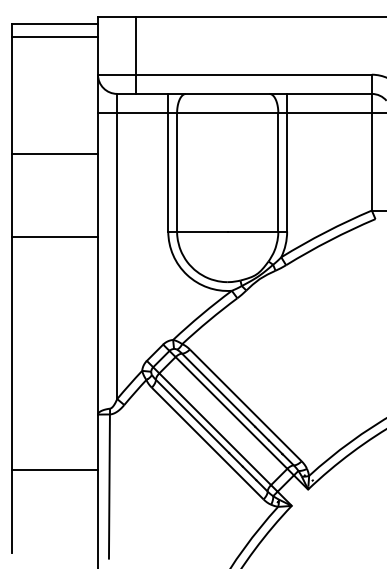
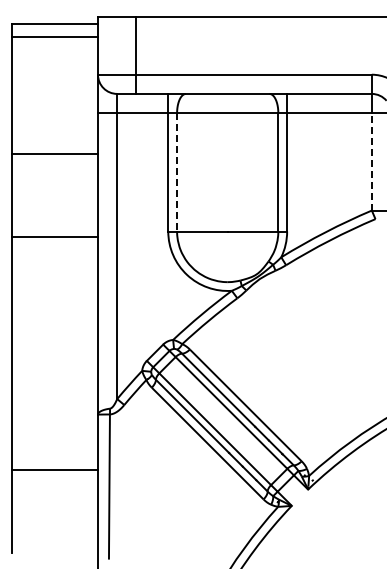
line at (371, 161): solid -> dashed
line at (177, 172): solid -> dashed
